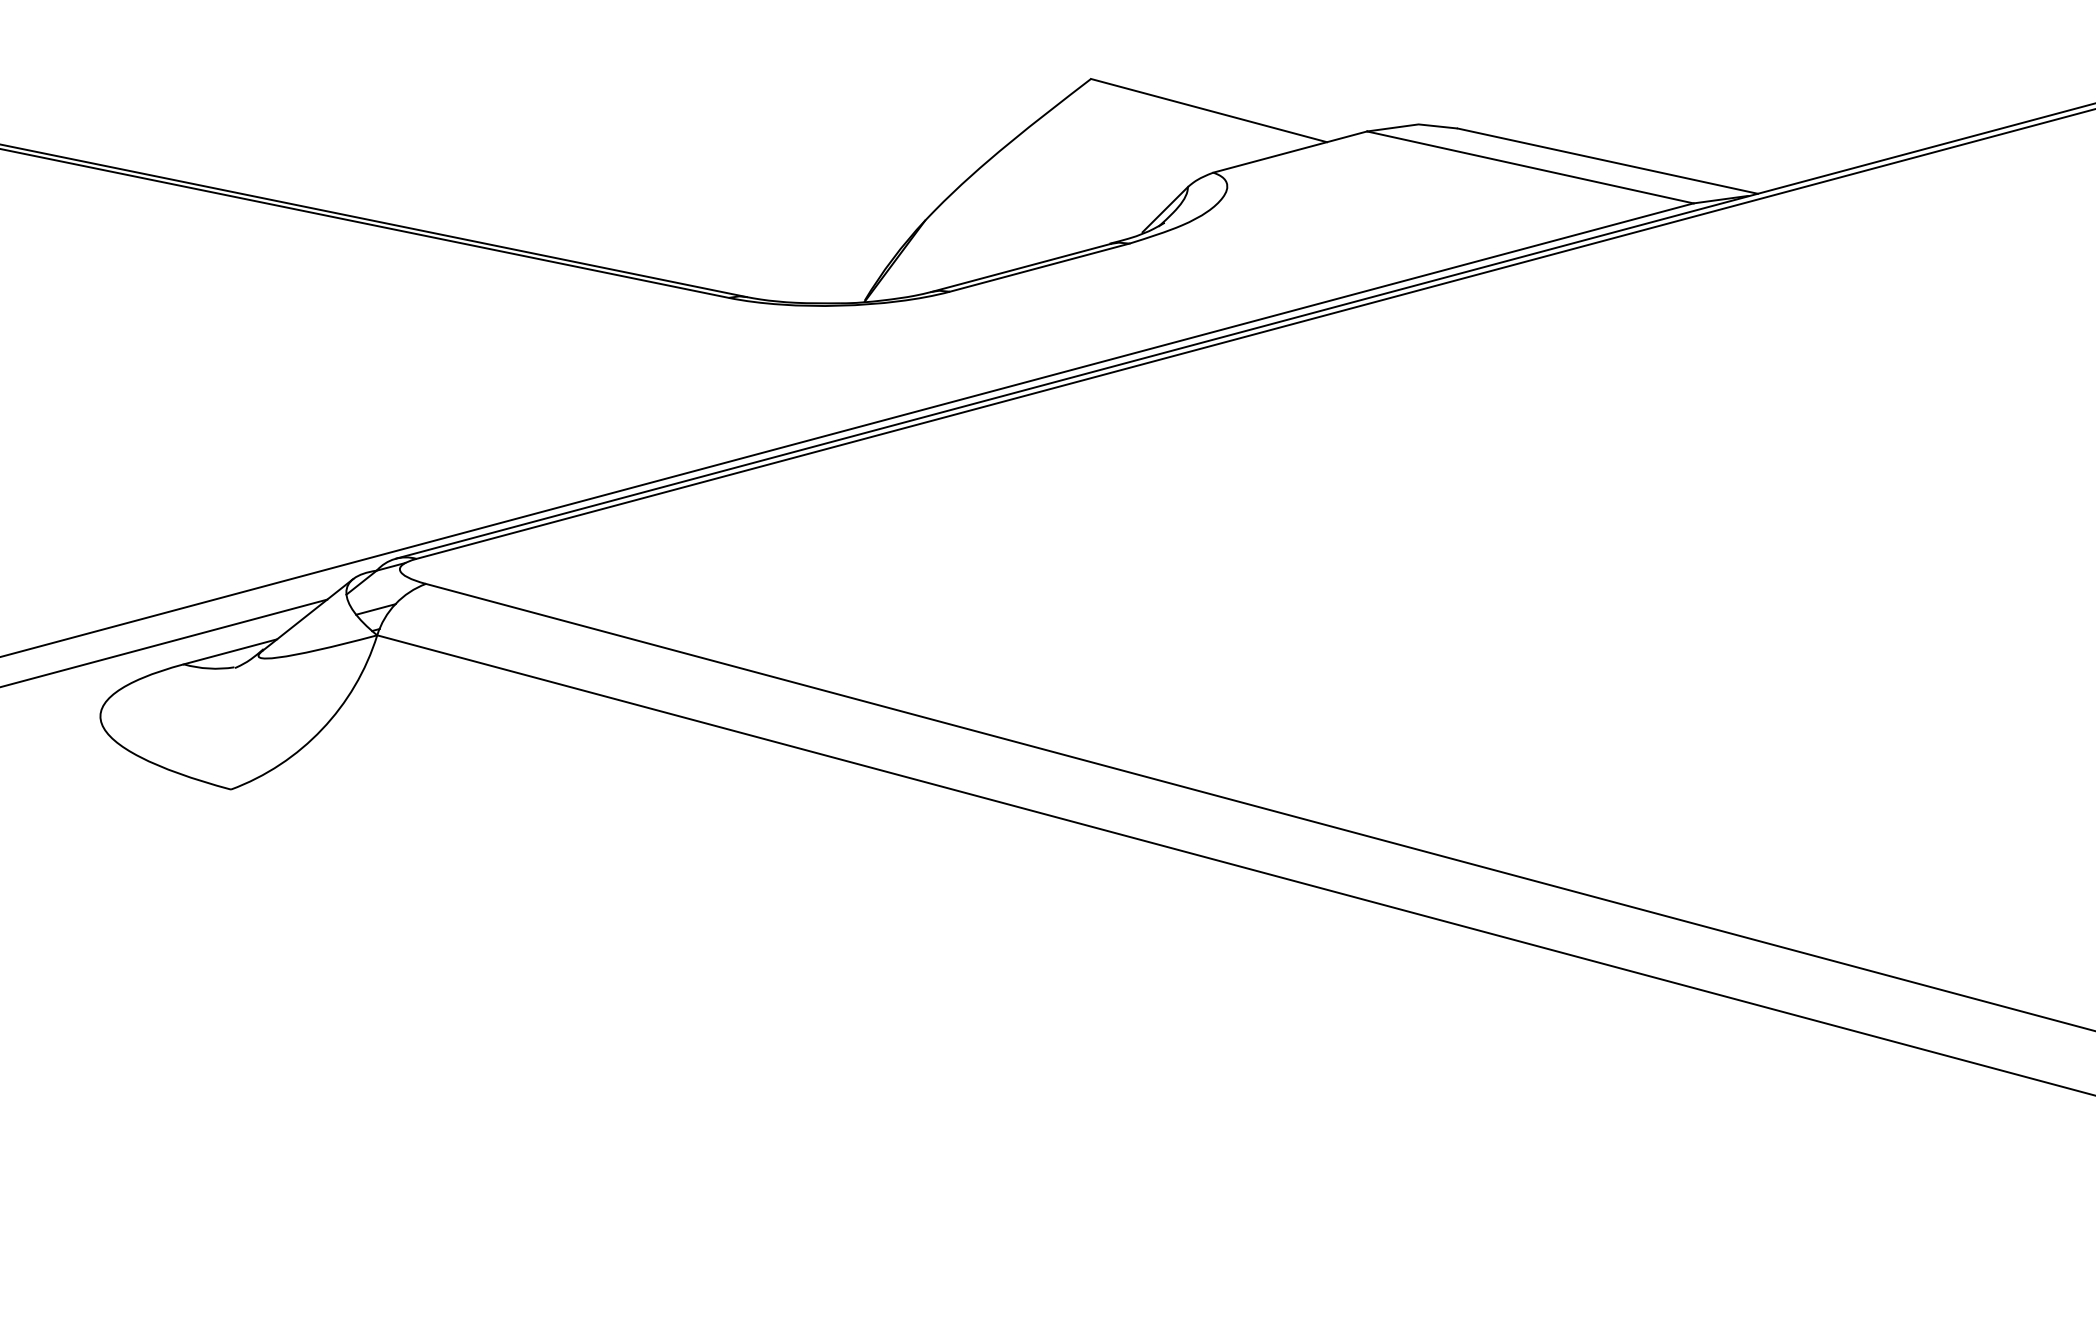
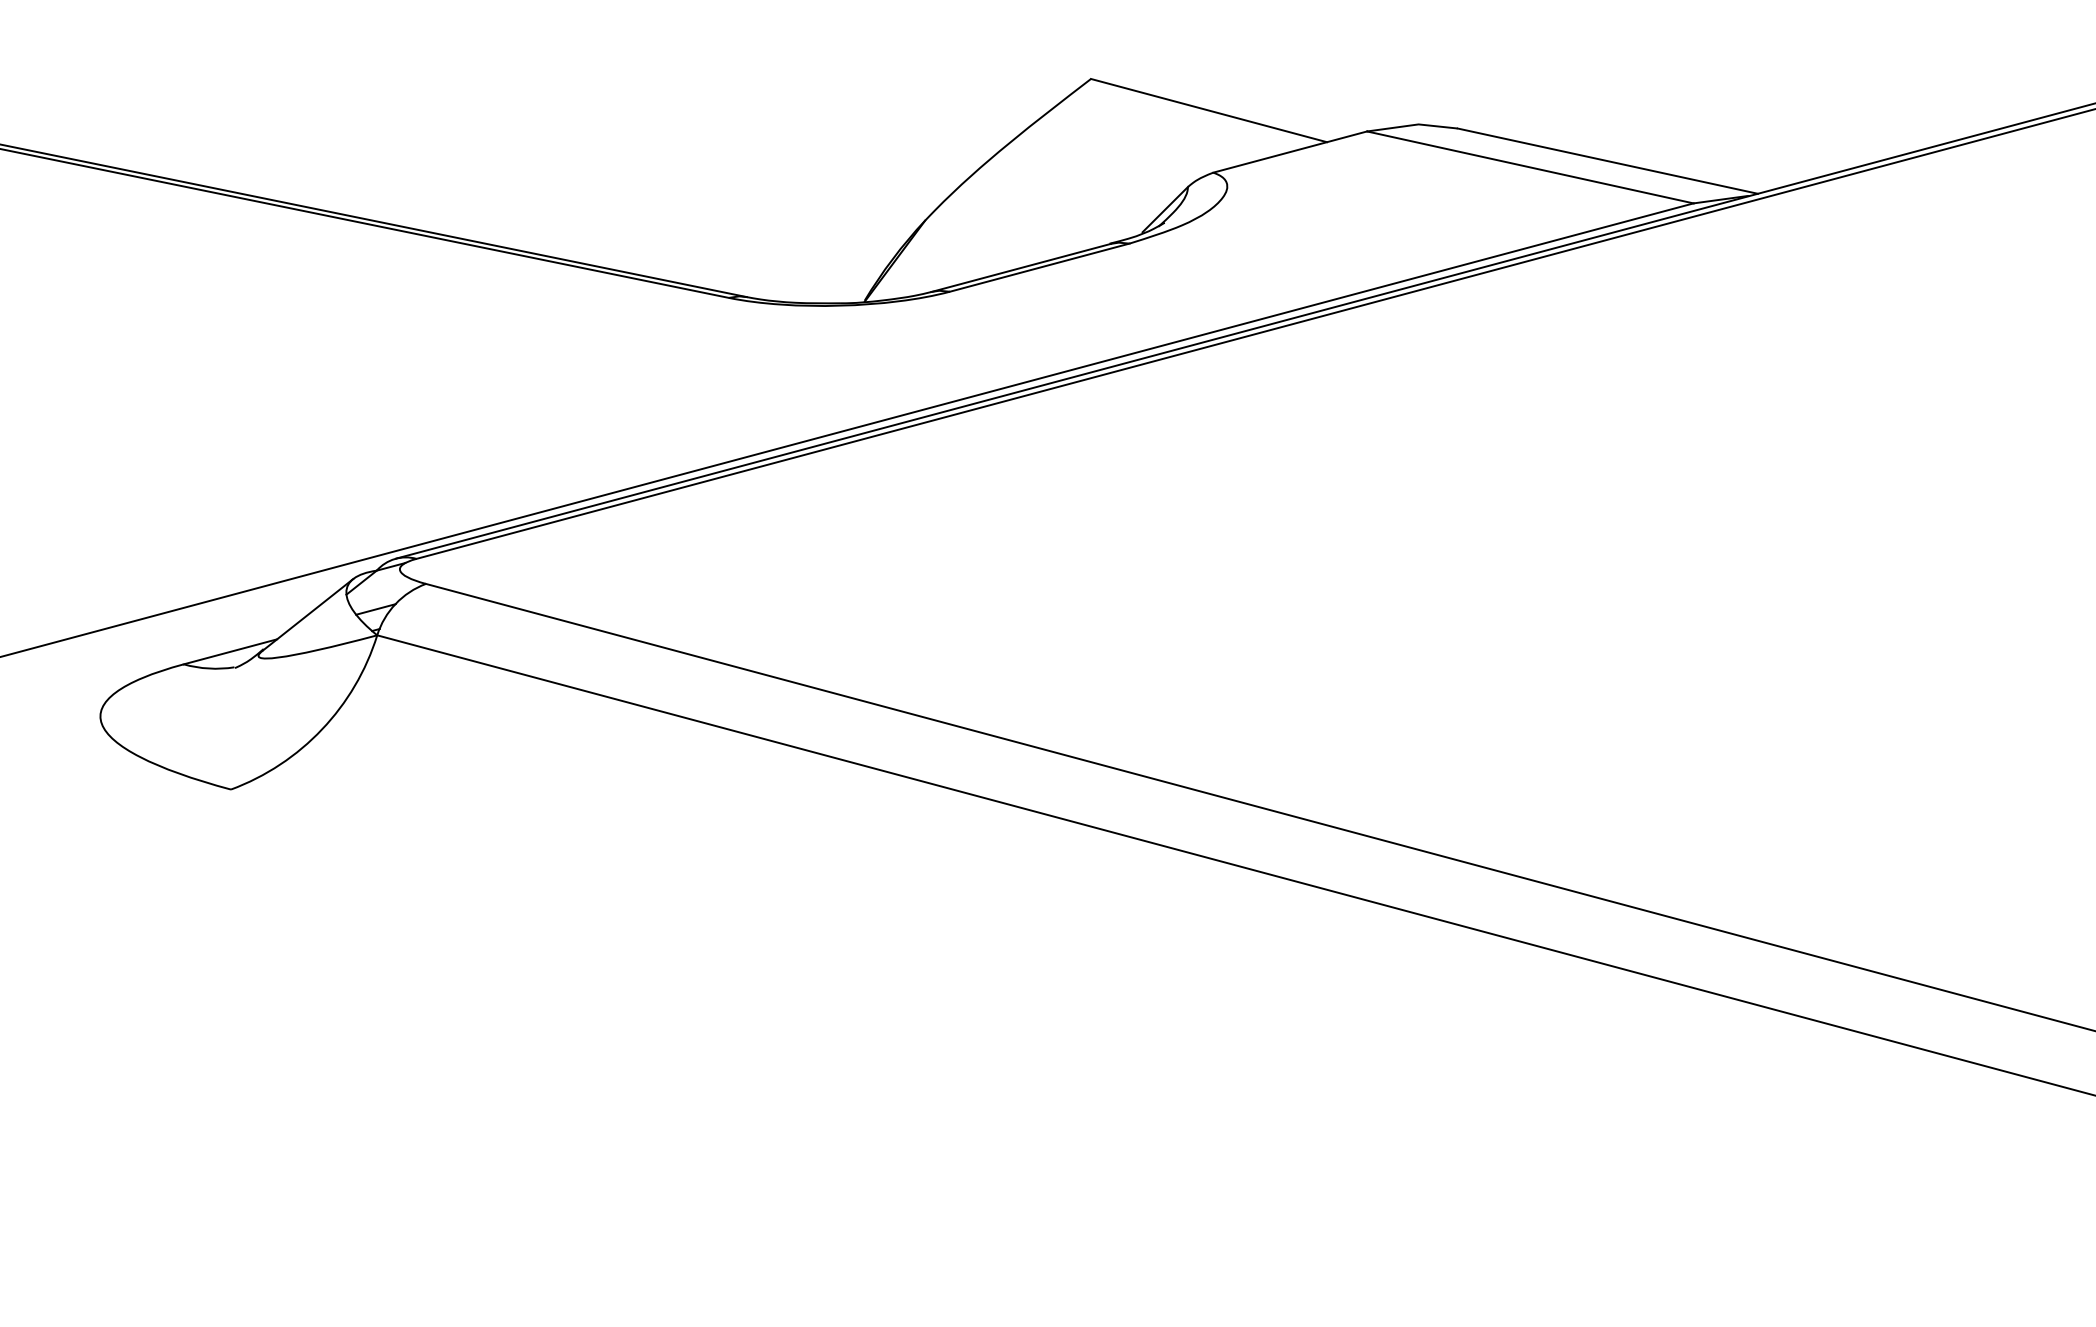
line at (164, 642): present -> none
